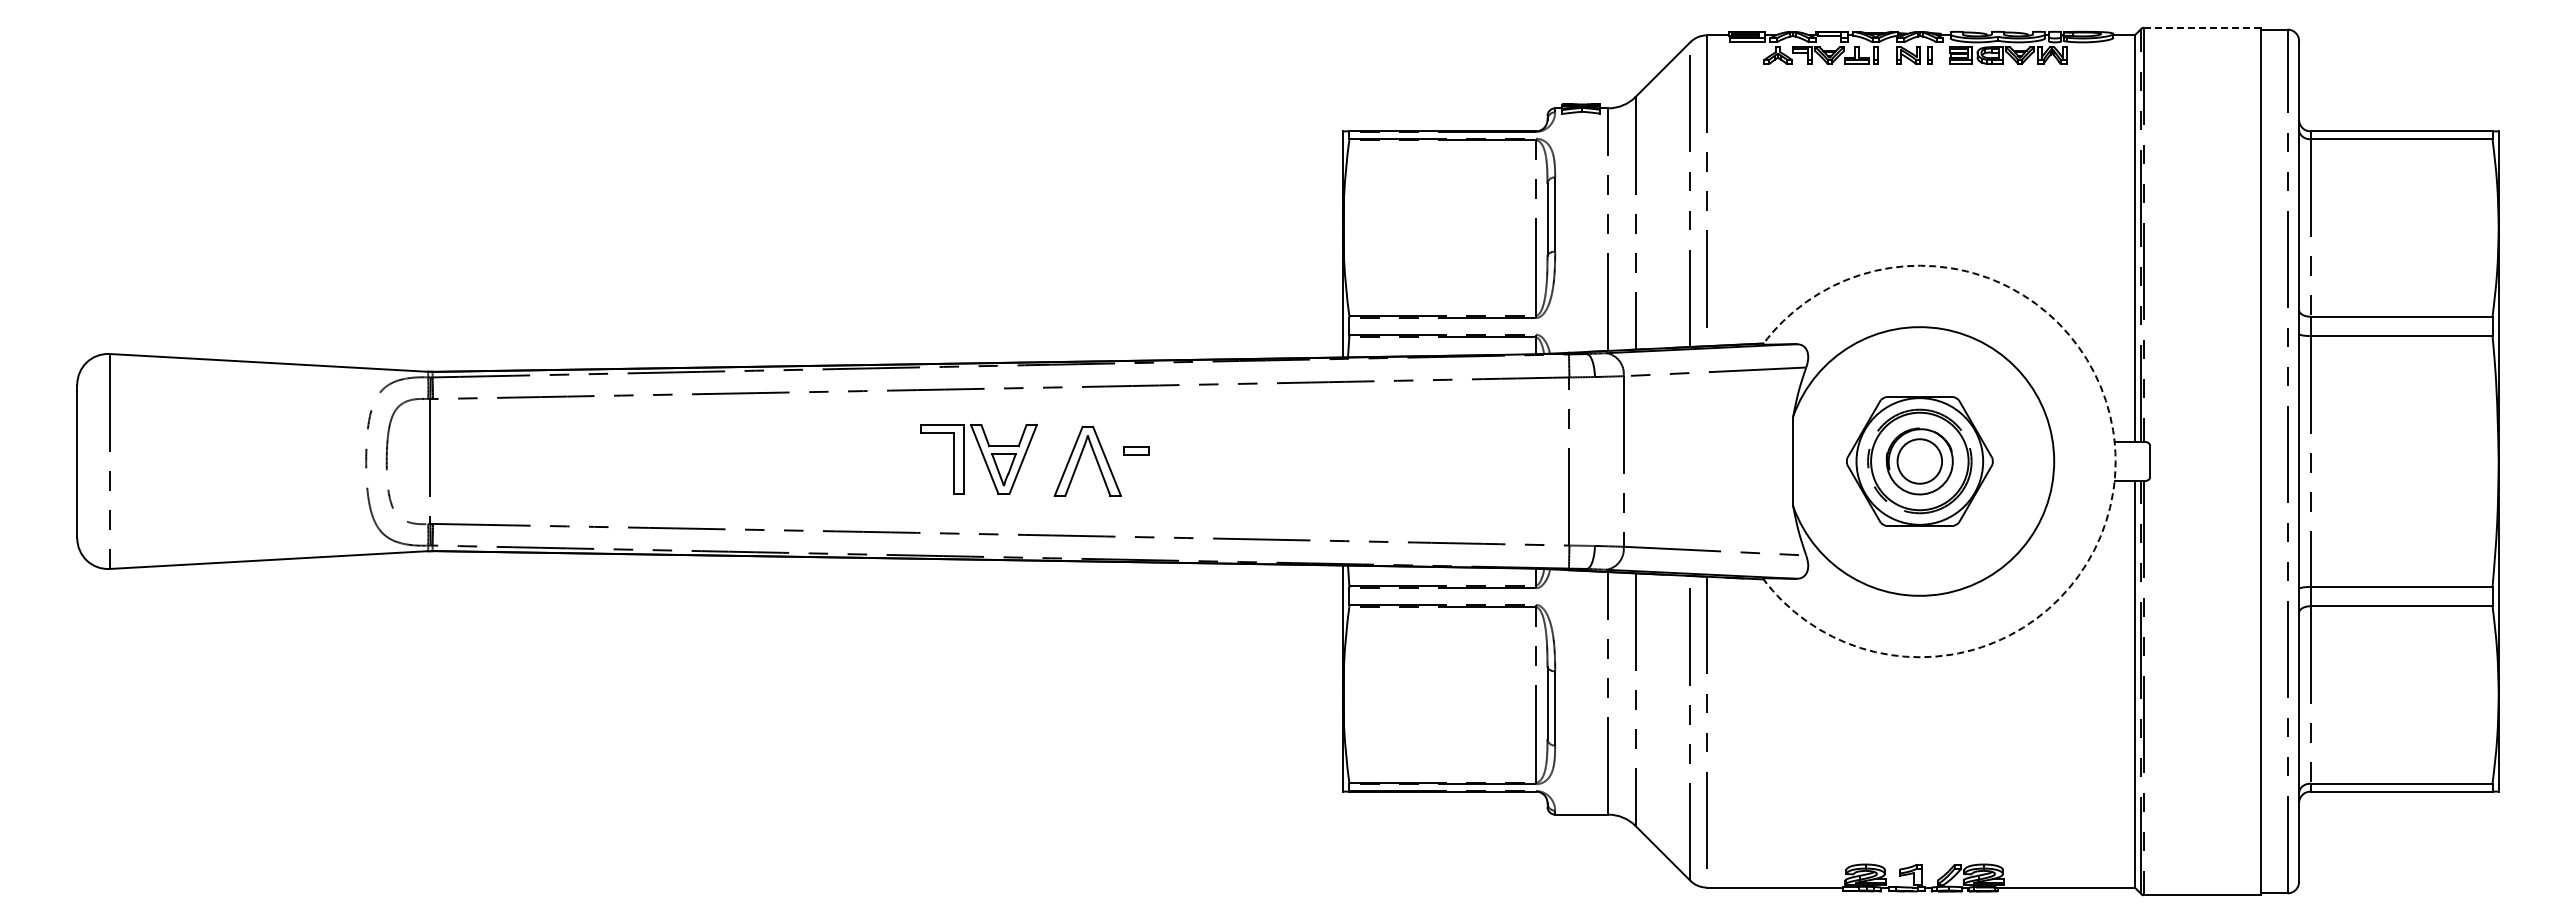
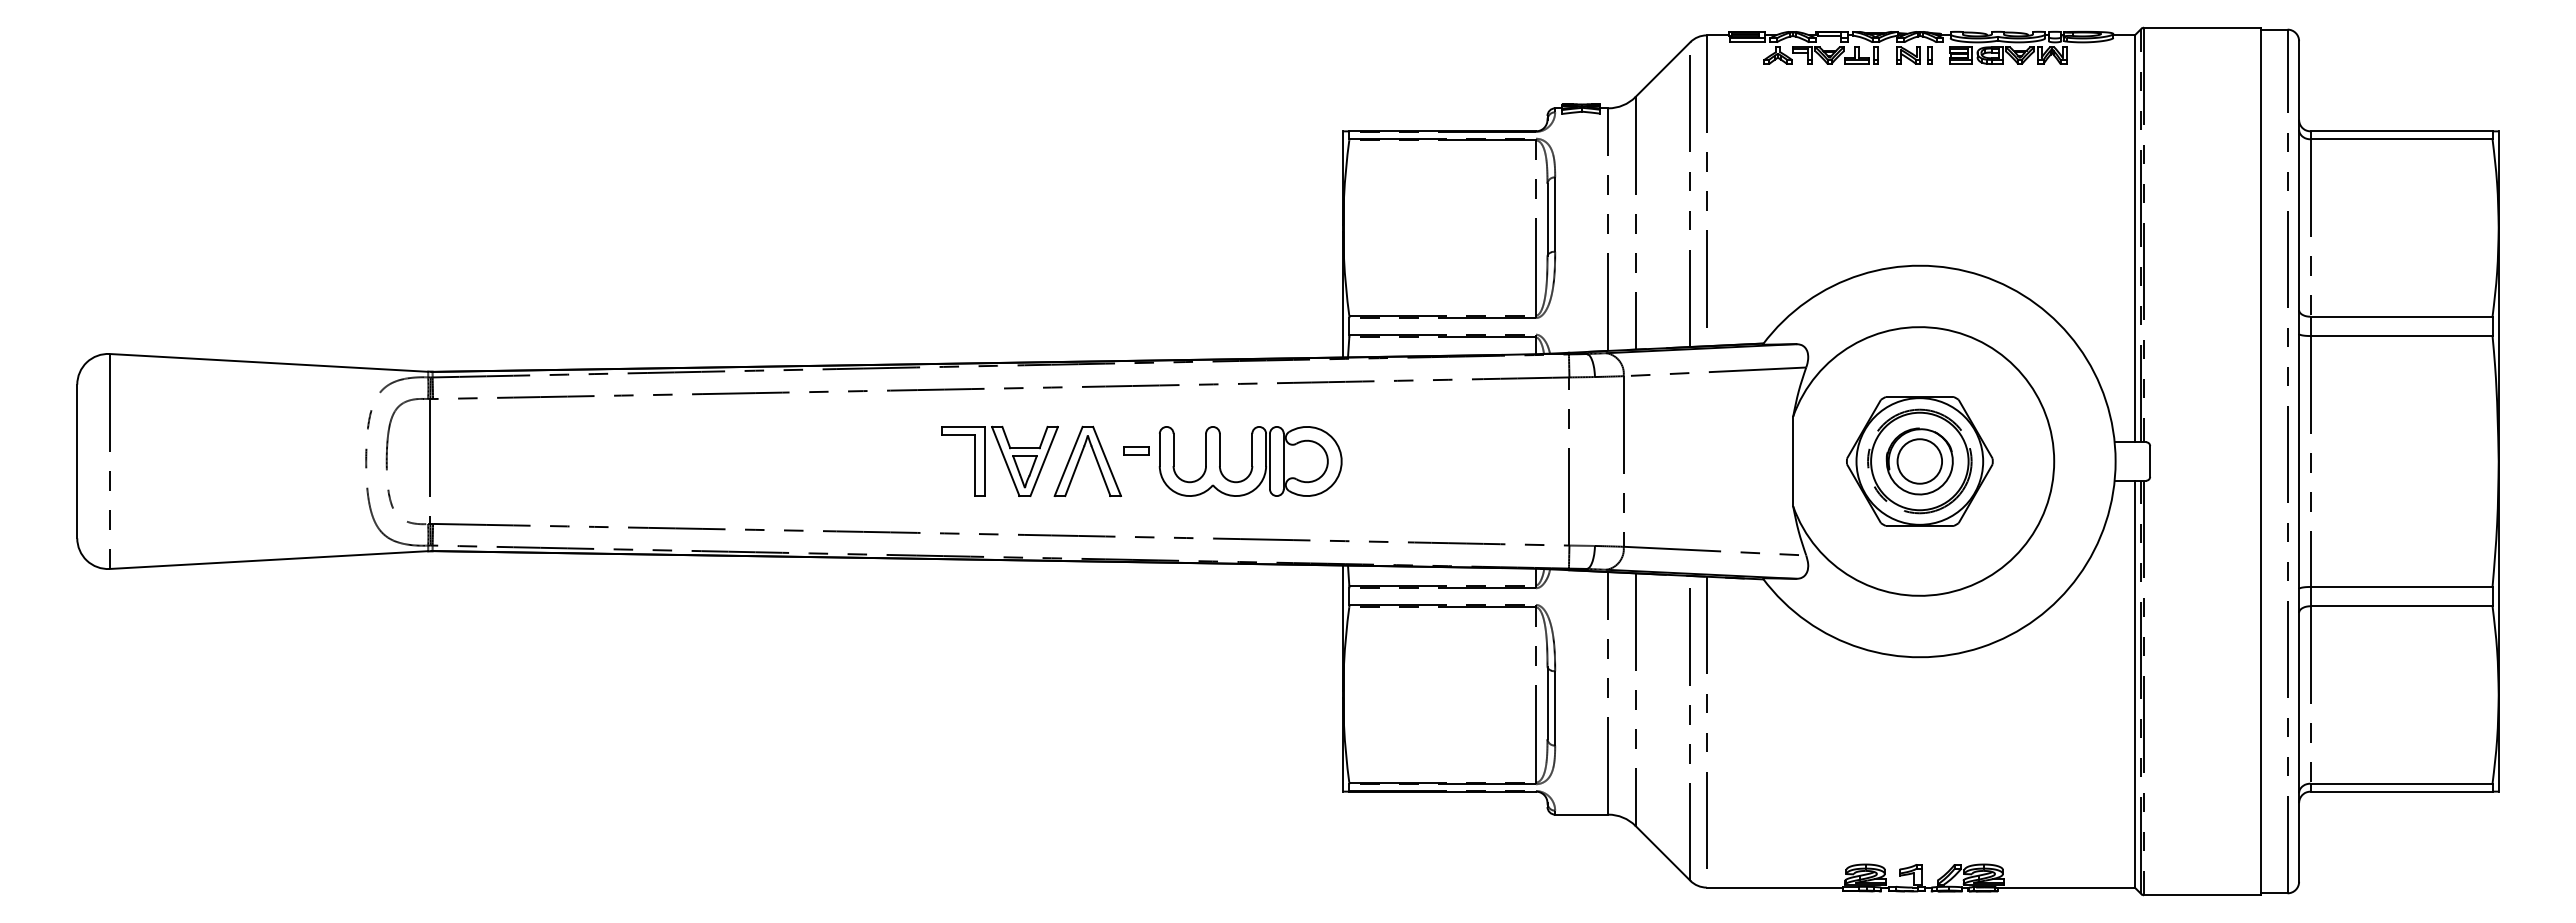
line at (2201, 27): dashed -> solid
part at (978, 458) position: (978, 458) -> (999, 460)
part at (1250, 461): none -> present
arc at (2115, 461): dashed -> solid
